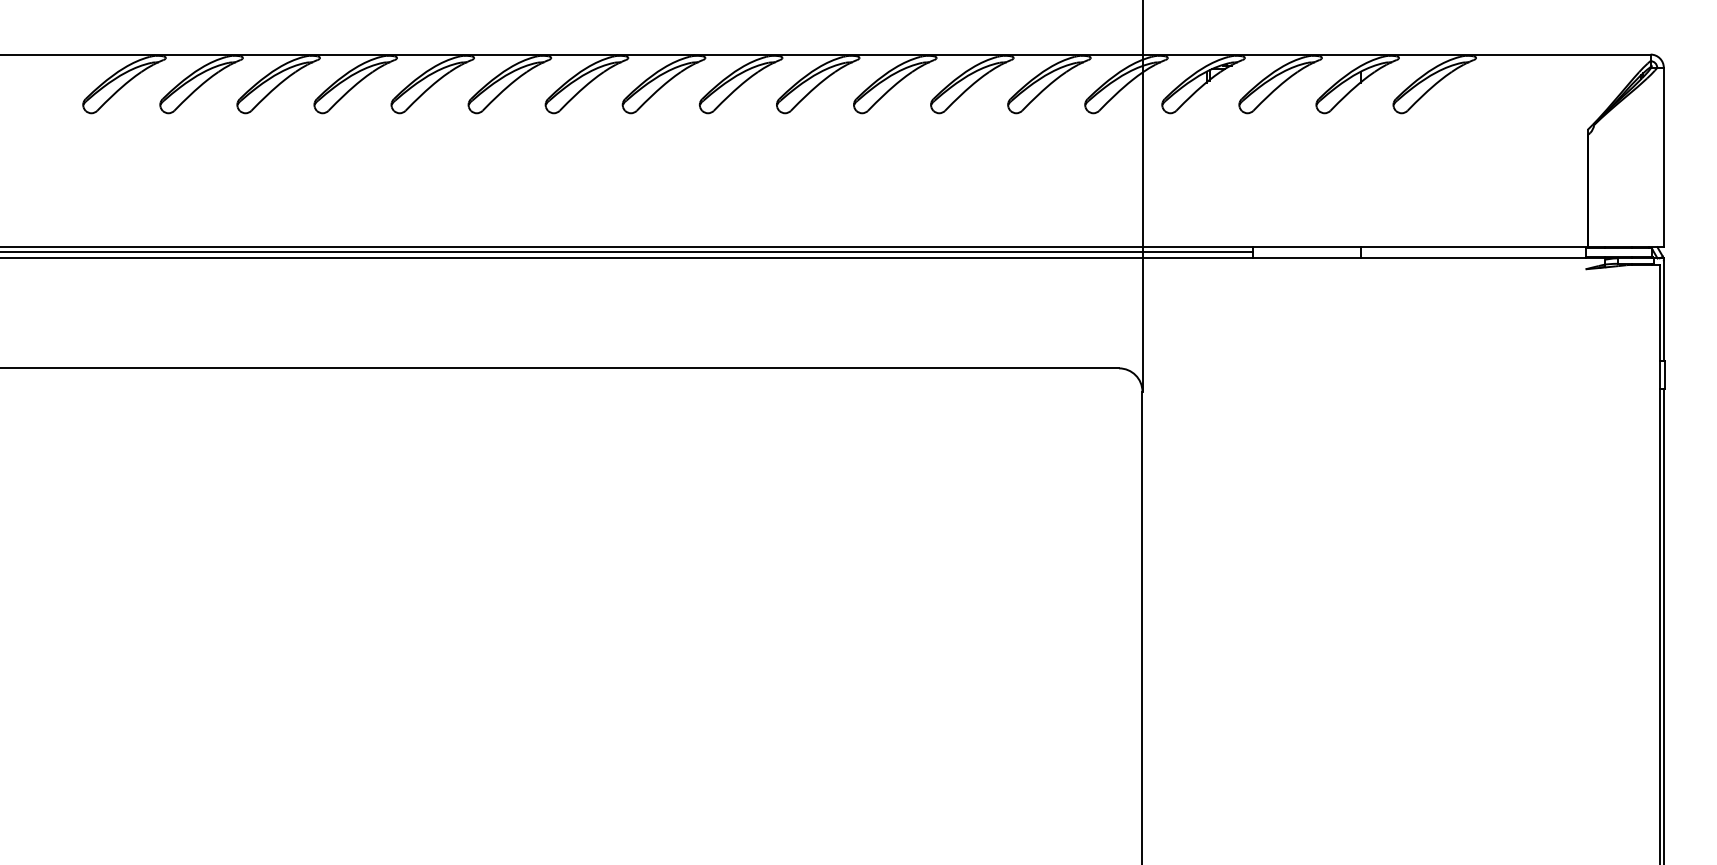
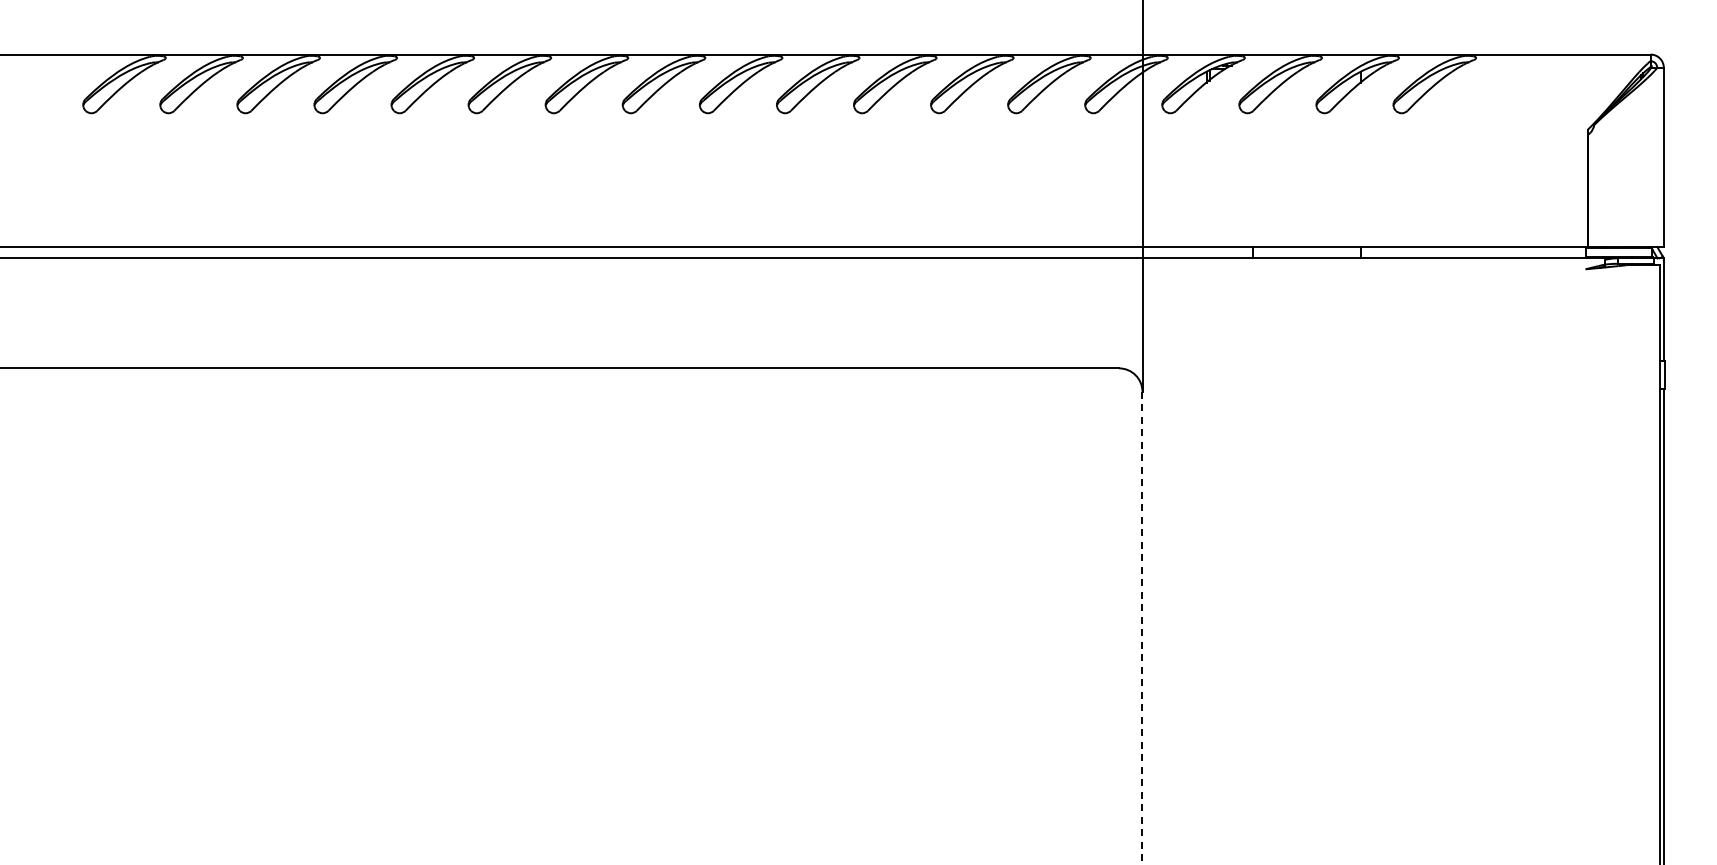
line at (627, 251): present -> none
line at (1142, 628): solid -> dashed
